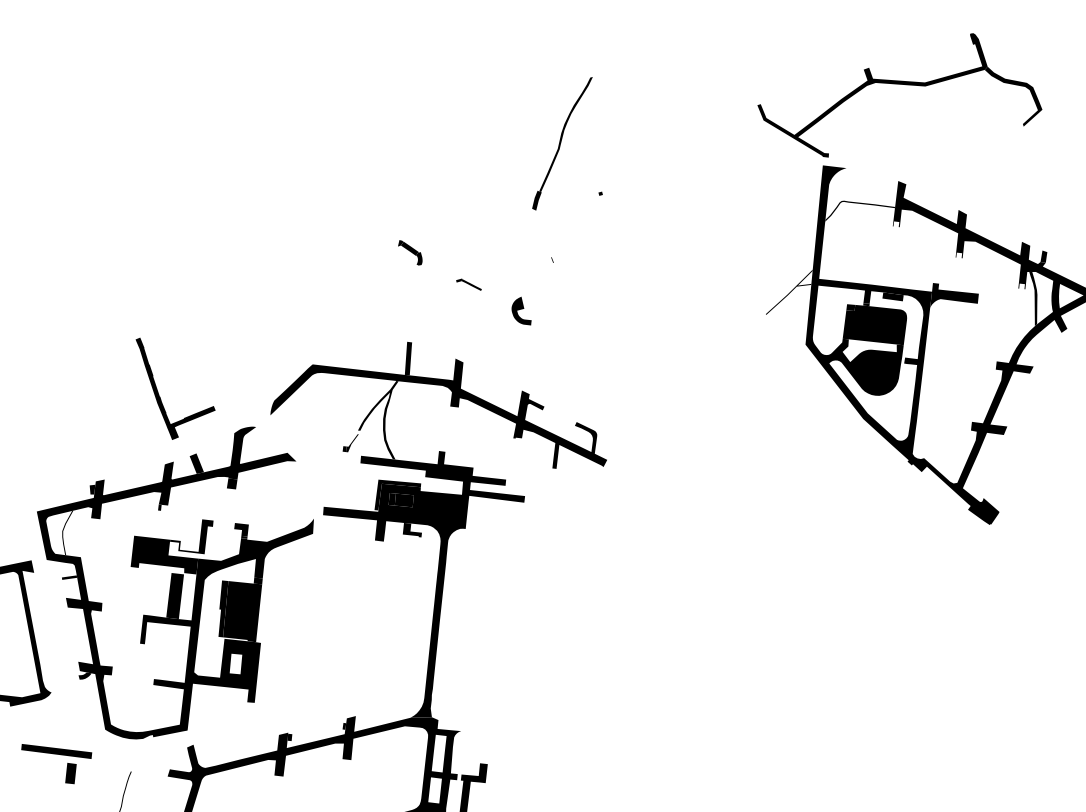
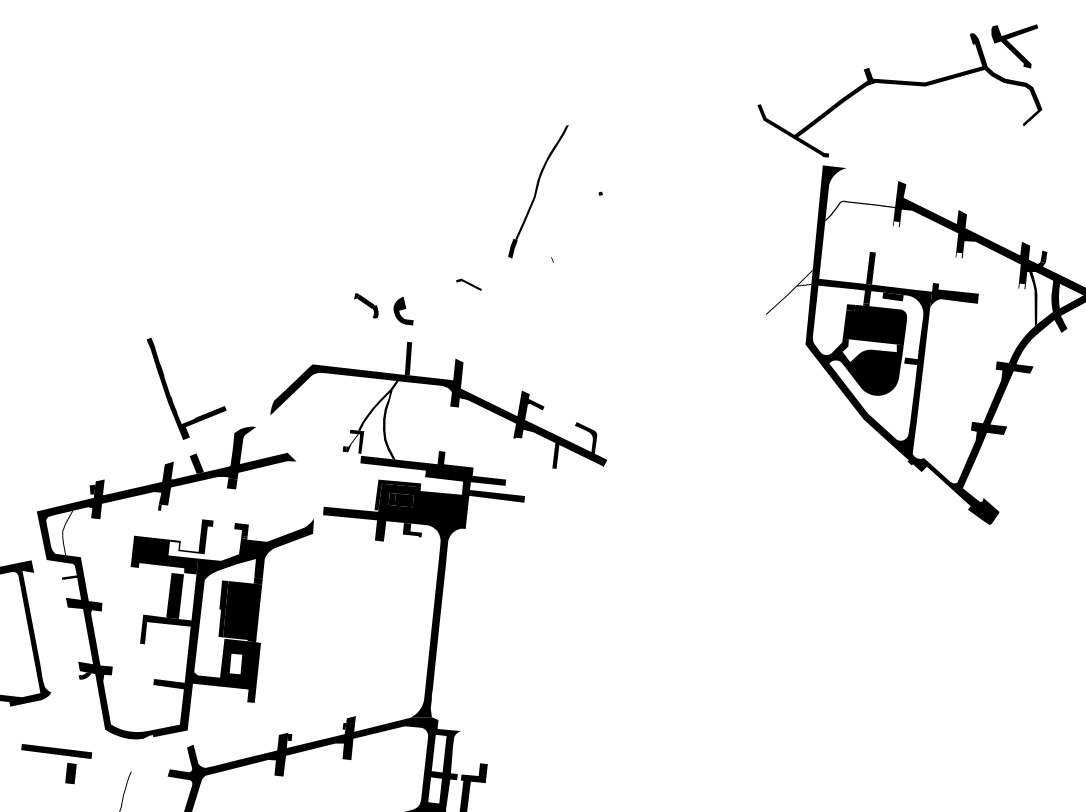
fill at (1014, 46): none -> present
part at (562, 143) position: (562, 143) -> (538, 191)
part at (410, 252) position: (410, 252) -> (366, 305)
fill at (870, 267): none -> present
part at (521, 310) position: (521, 310) -> (403, 310)
part at (160, 396) position: (160, 396) -> (171, 396)
fill at (356, 441): none -> present
